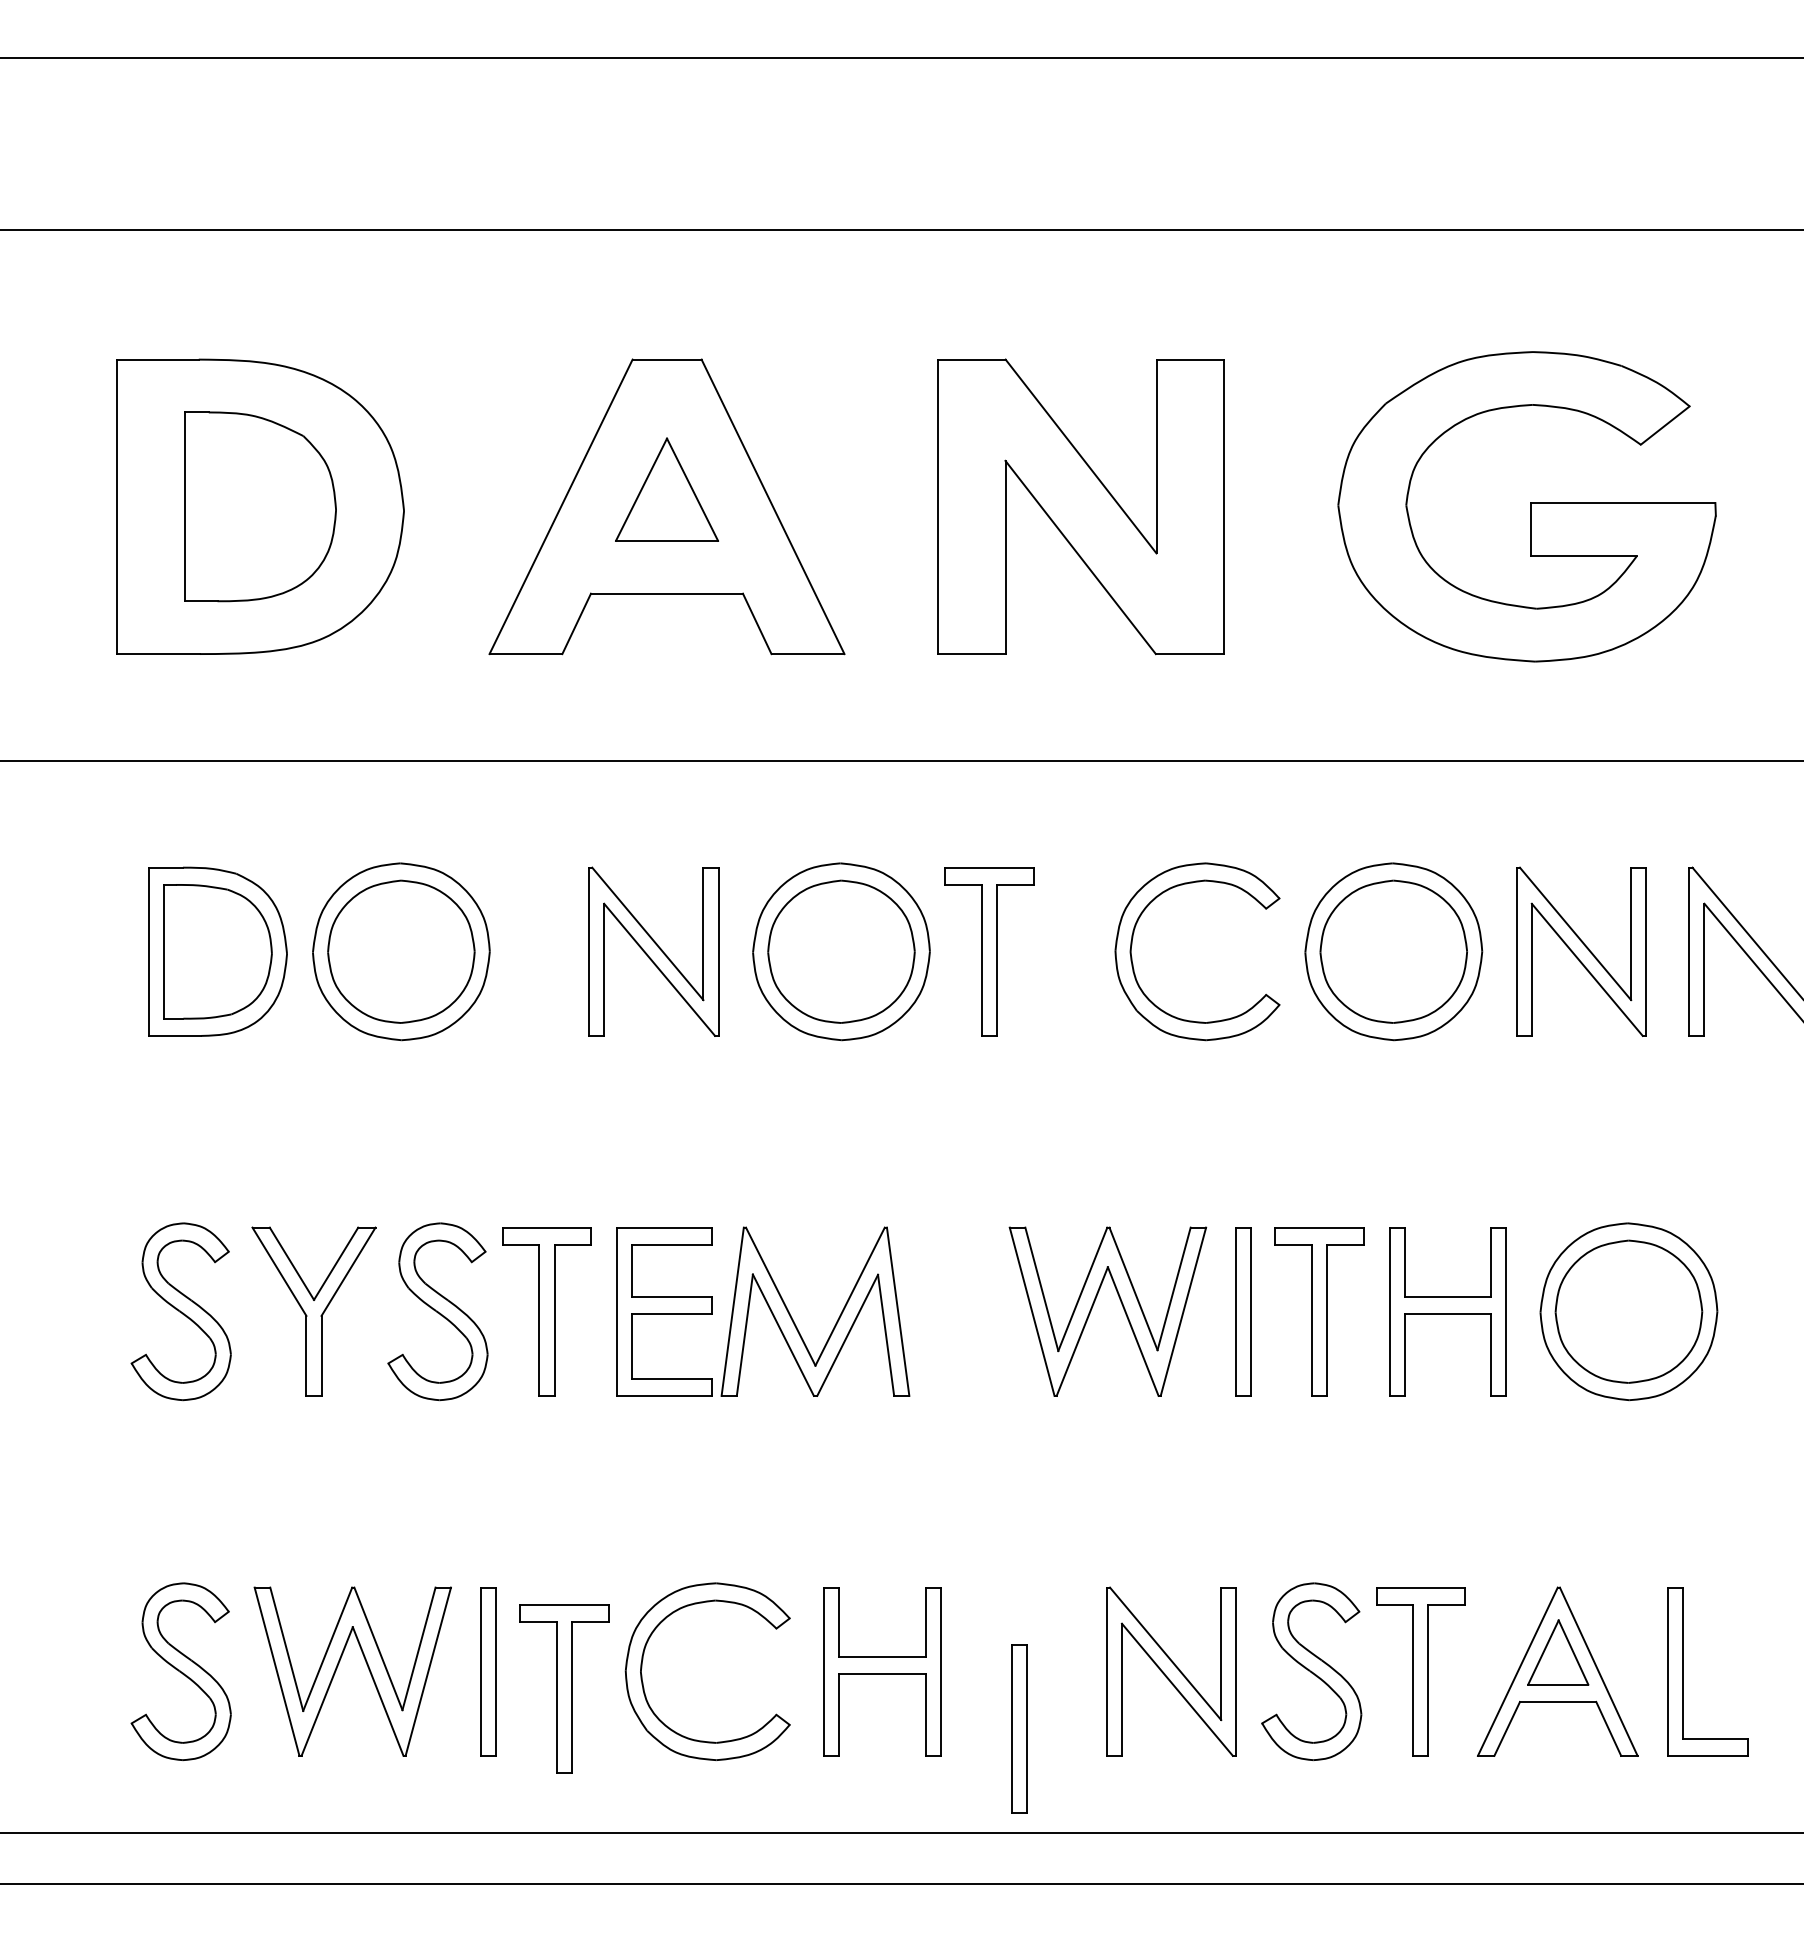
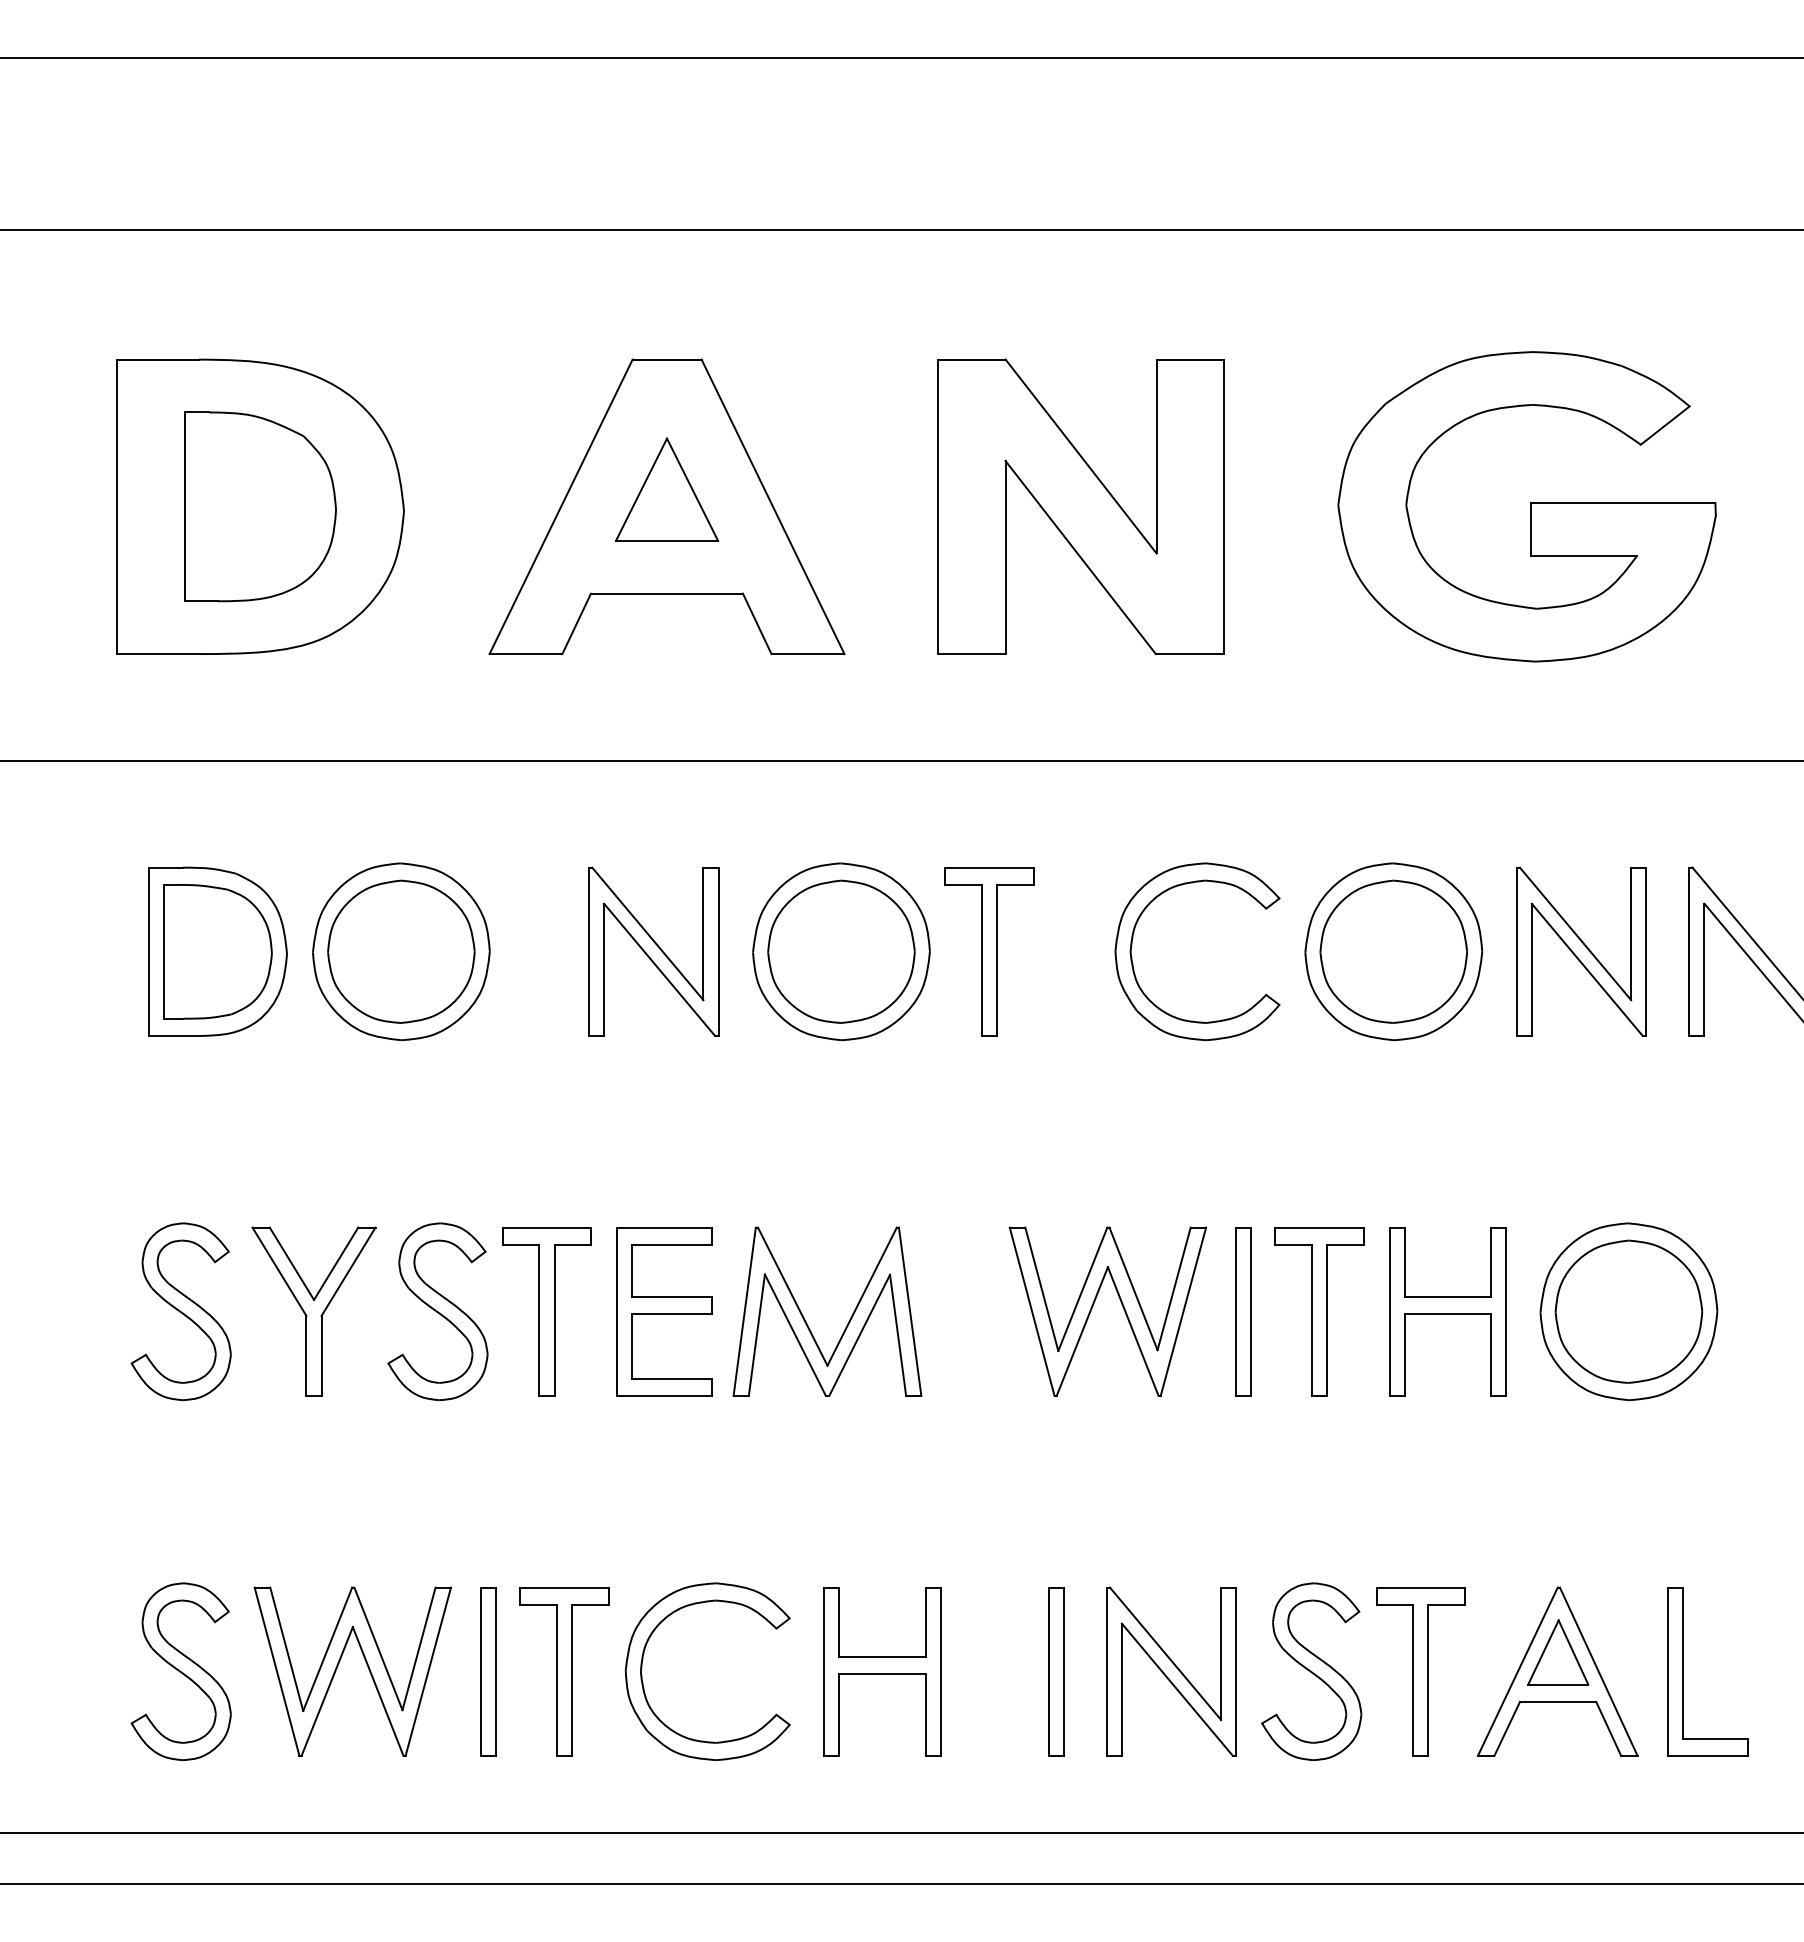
part at (794, 1321) position: (794, 1321) -> (806, 1321)
part at (564, 1688) position: (564, 1688) -> (564, 1671)
part at (1019, 1728) position: (1019, 1728) -> (1056, 1671)
